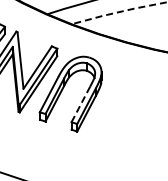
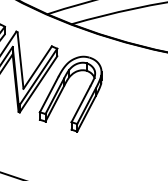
arc at (118, 12): dashed -> solid
line at (80, 104): dashed -> solid
